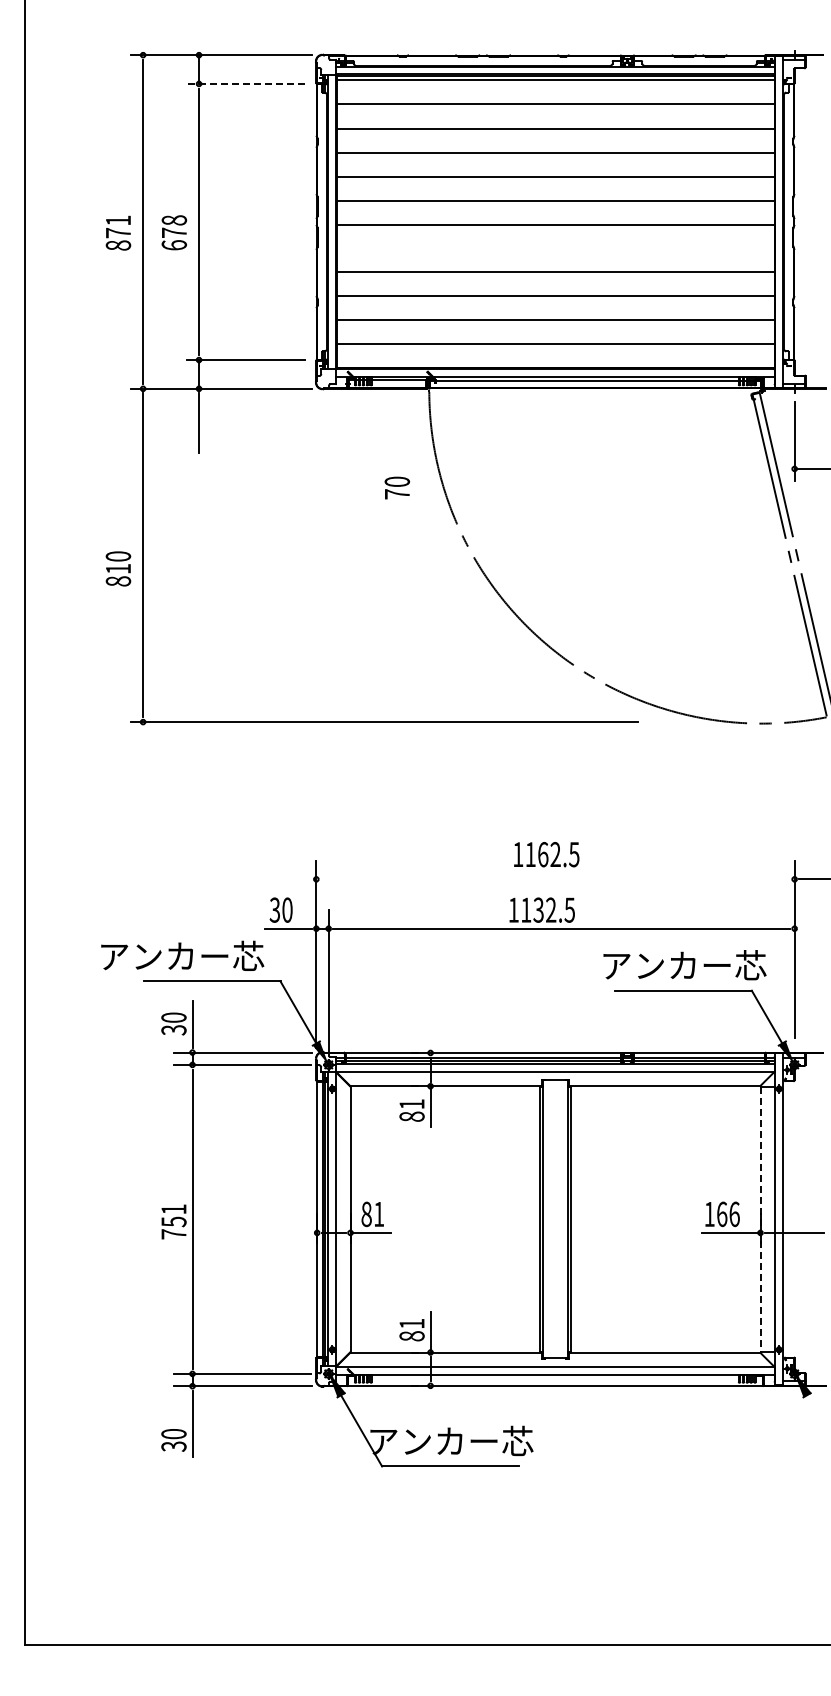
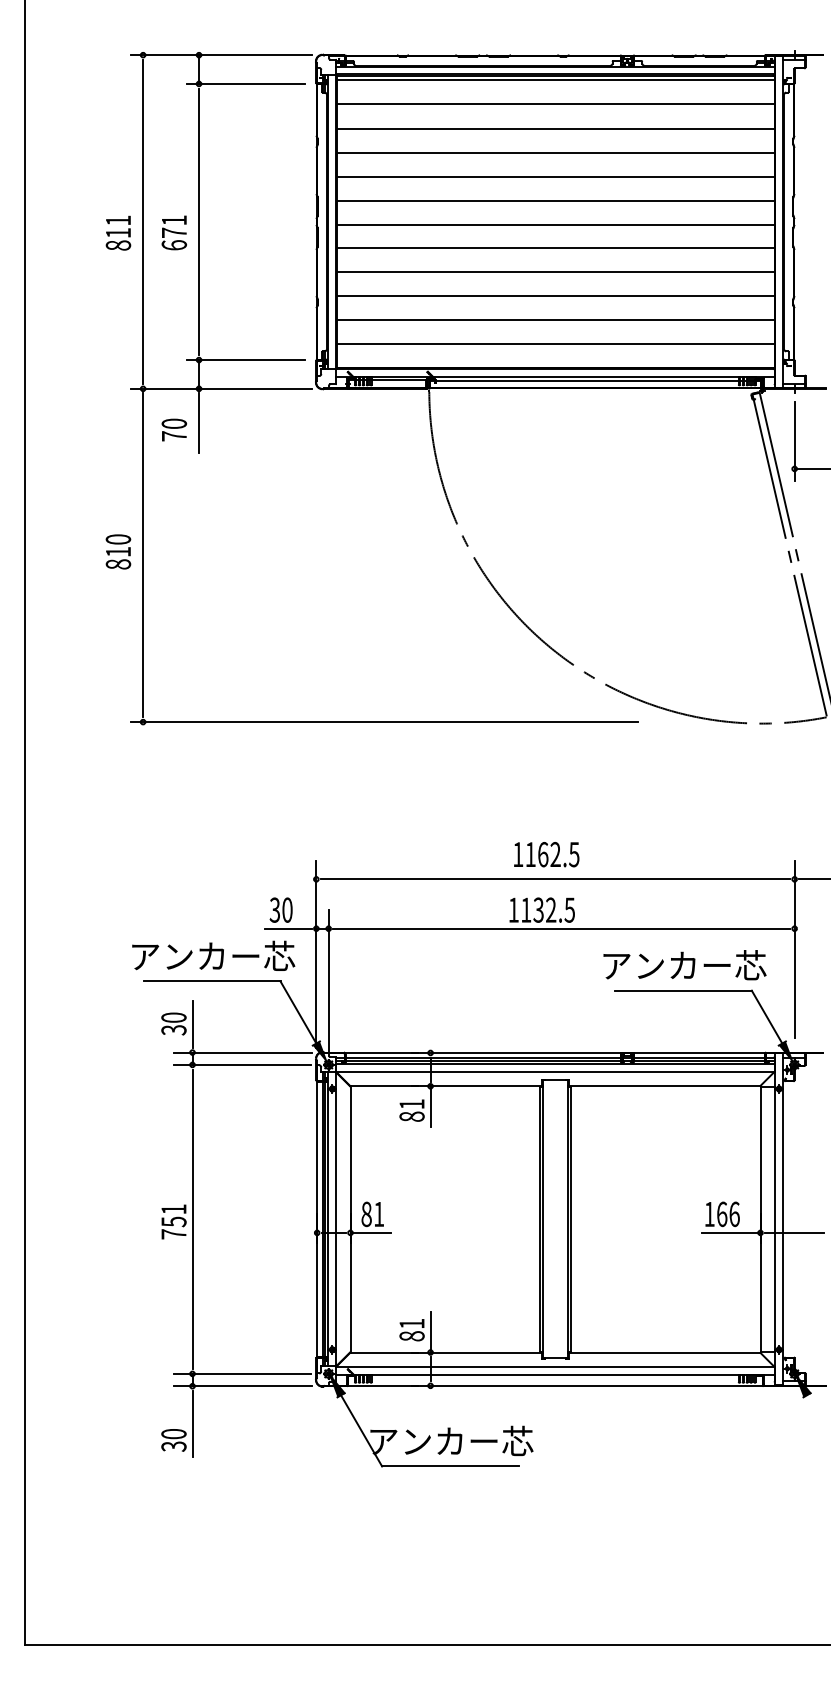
line at (245, 83): dashed -> solid
text at (174, 220): 678 -> 671
text at (118, 233): 871 -> 811
line at (555, 247): none -> present
text at (397, 487) position: (397, 487) -> (174, 429)
text at (118, 568) position: (118, 568) -> (118, 551)
line at (555, 879): none -> present
text at (182, 955) position: (182, 955) -> (213, 955)
line at (760, 1219): dashed -> solid
